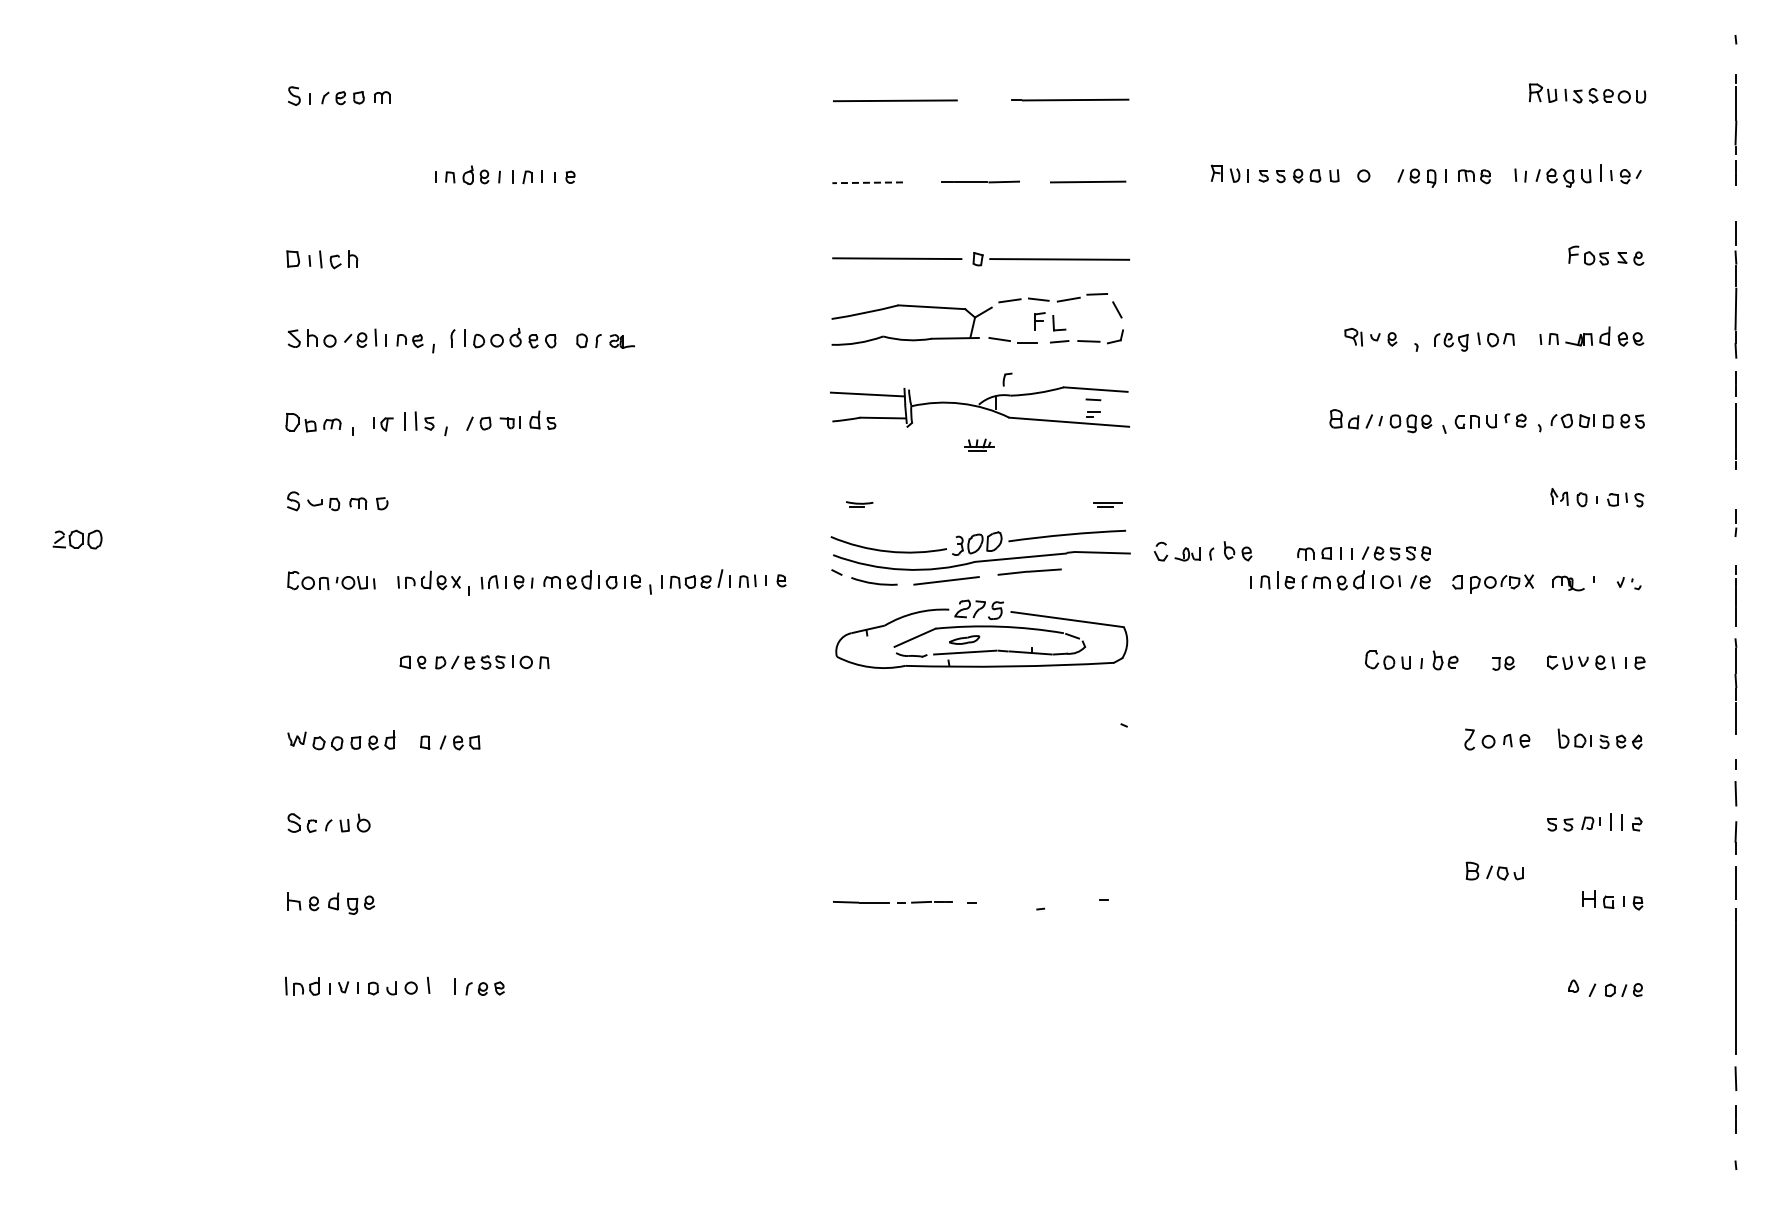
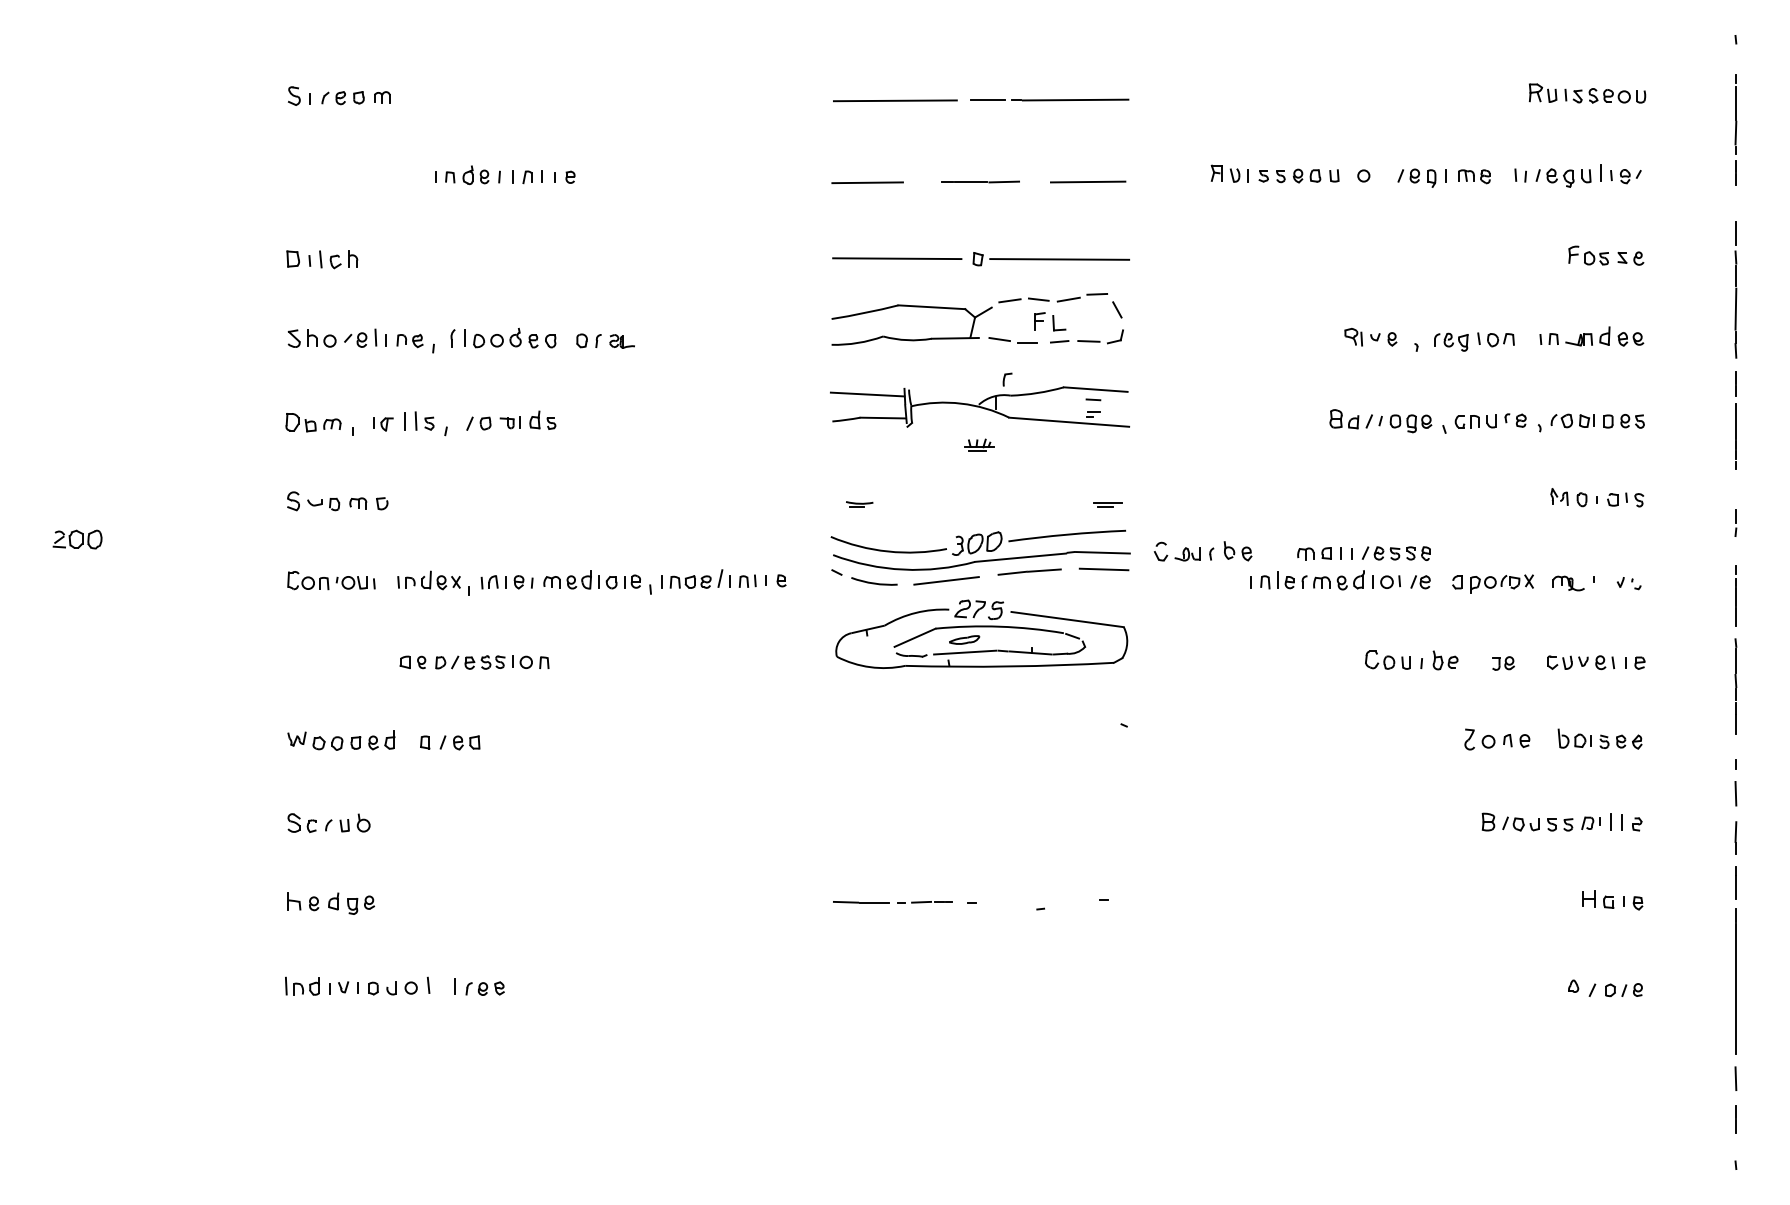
line at (987, 100): none -> present
line at (867, 182): dashed -> solid
line at (1103, 569): none -> present
part at (1494, 870) position: (1494, 870) -> (1510, 821)
